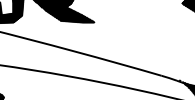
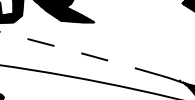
arc at (80, 53): solid -> dashed
